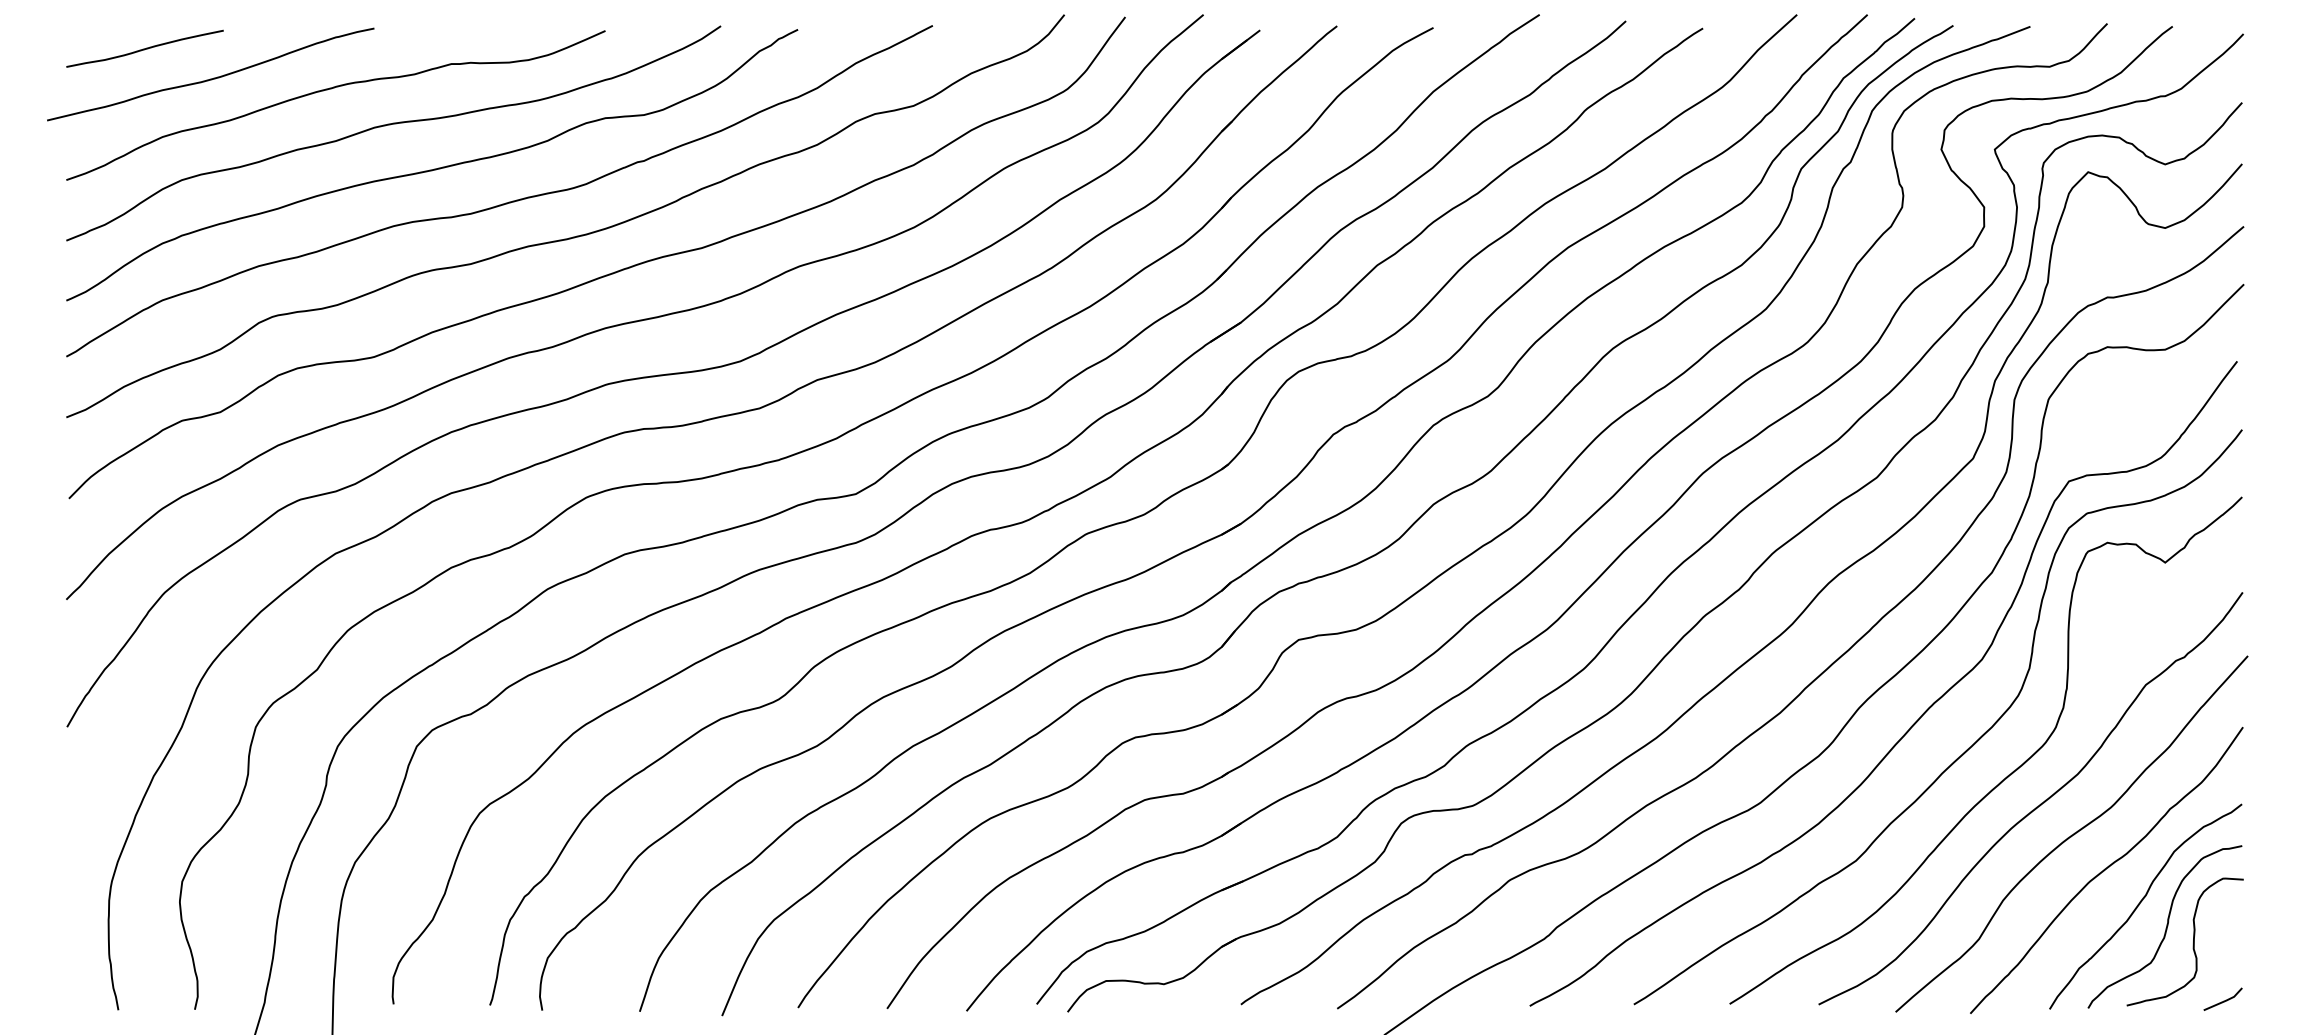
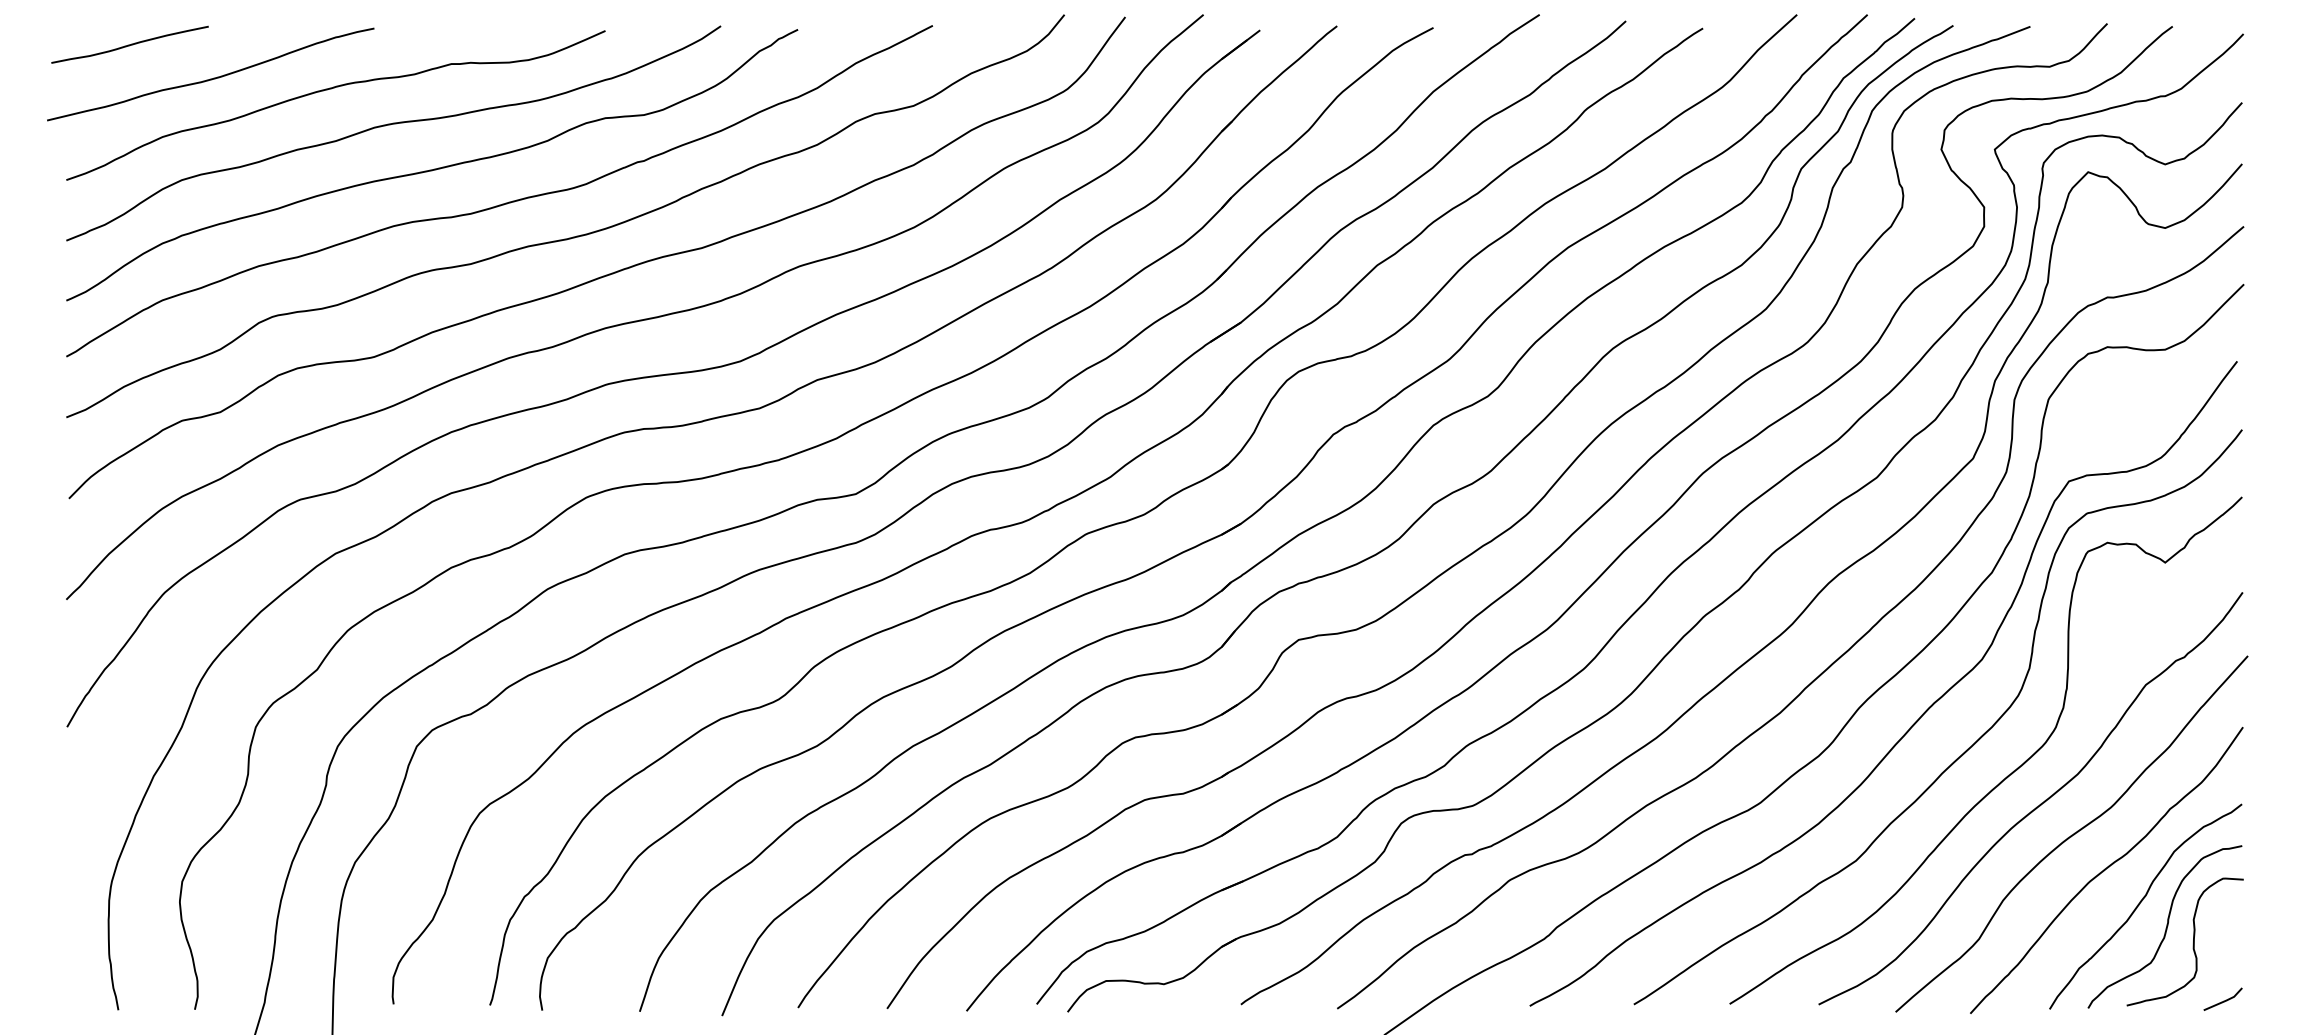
curve at (144, 48) position: (144, 48) -> (129, 44)
